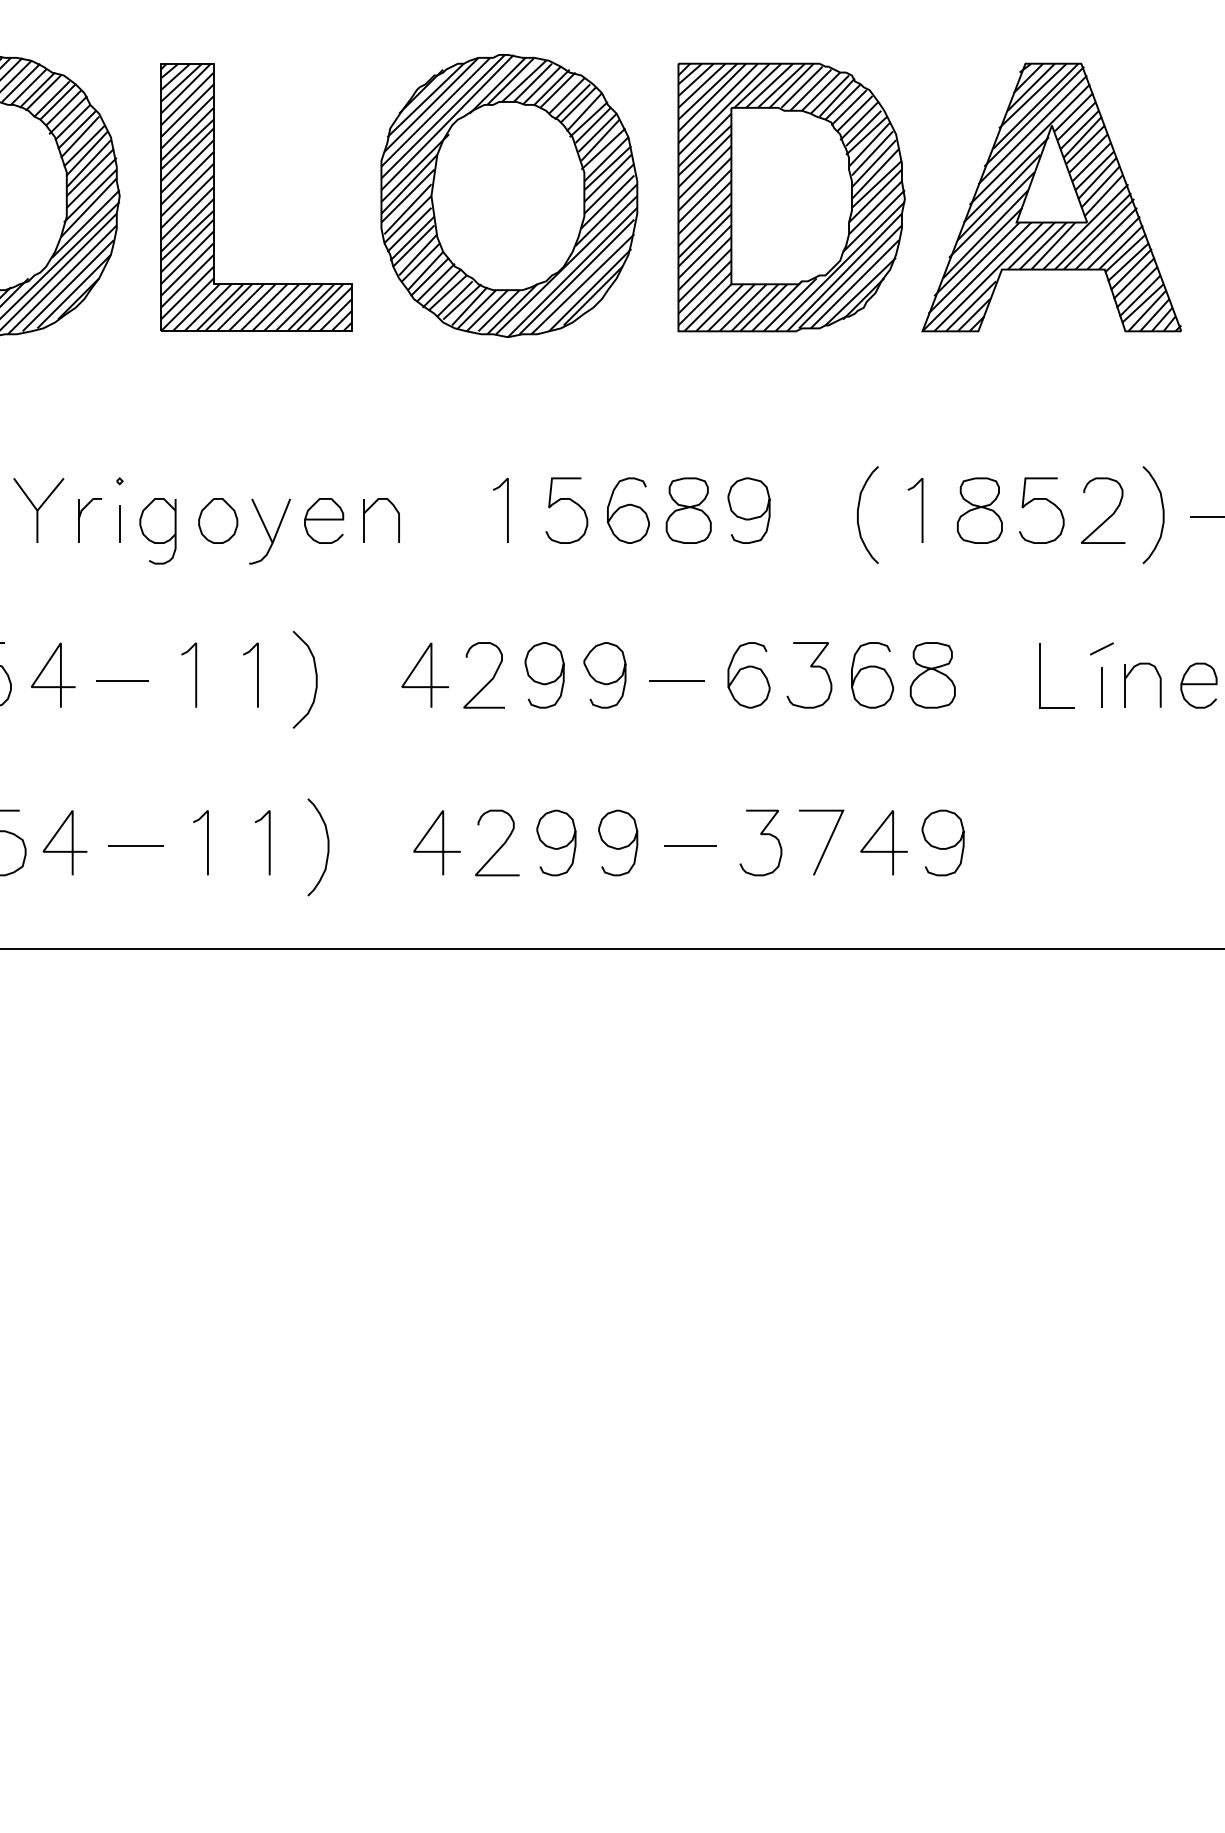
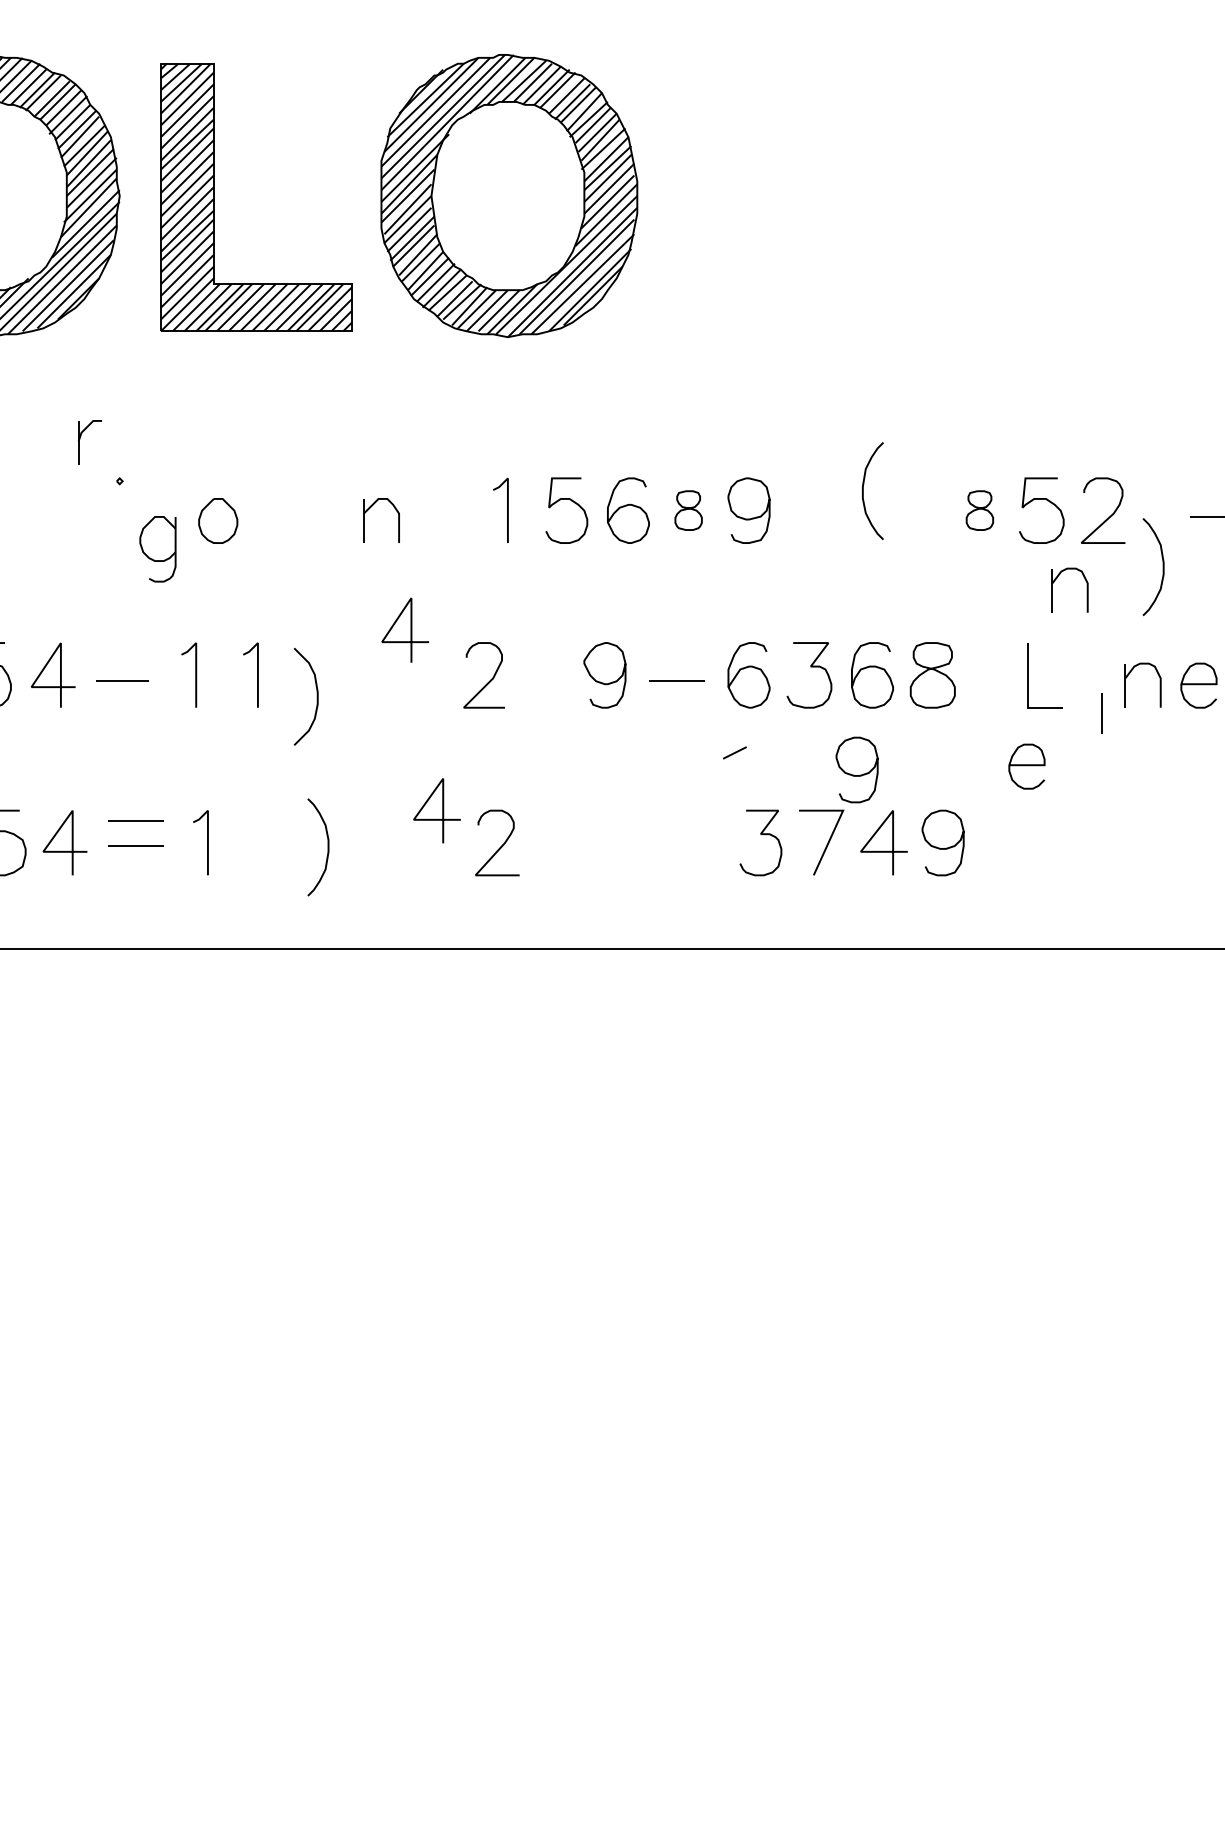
part at (791, 197): present -> none
part at (1051, 197): present -> none
part at (38, 510): present -> none
part at (688, 510) size: 47x67 px -> 29x41 px
curve at (921, 510): present -> none
part at (979, 510) size: 46x67 px -> 30x41 px
curve at (858, 514) position: (858, 514) -> (863, 490)
curve at (1162, 514) position: (1162, 514) -> (1162, 566)
part at (80, 517) position: (80, 517) -> (80, 439)
curve at (324, 520): present -> none
line at (119, 523): present -> none
part at (157, 531) position: (157, 531) -> (157, 549)
part at (269, 531): present -> none
part at (1057, 578): none -> present
line at (1101, 648) position: (1101, 648) -> (734, 752)
curve at (430, 674) position: (430, 674) -> (410, 629)
curve at (1040, 675) position: (1040, 675) -> (1028, 675)
curve at (315, 679) position: (315, 679) -> (316, 696)
curve at (541, 682): present -> none
line at (1101, 687) position: (1101, 687) -> (1101, 713)
curve at (1026, 766): none -> present
curve at (853, 774): none -> present
line at (135, 820): none -> present
curve at (268, 842): present -> none
curve at (442, 842) position: (442, 842) -> (442, 810)
line at (690, 845): present -> none
curve at (554, 847): present -> none
curve at (616, 847): present -> none
